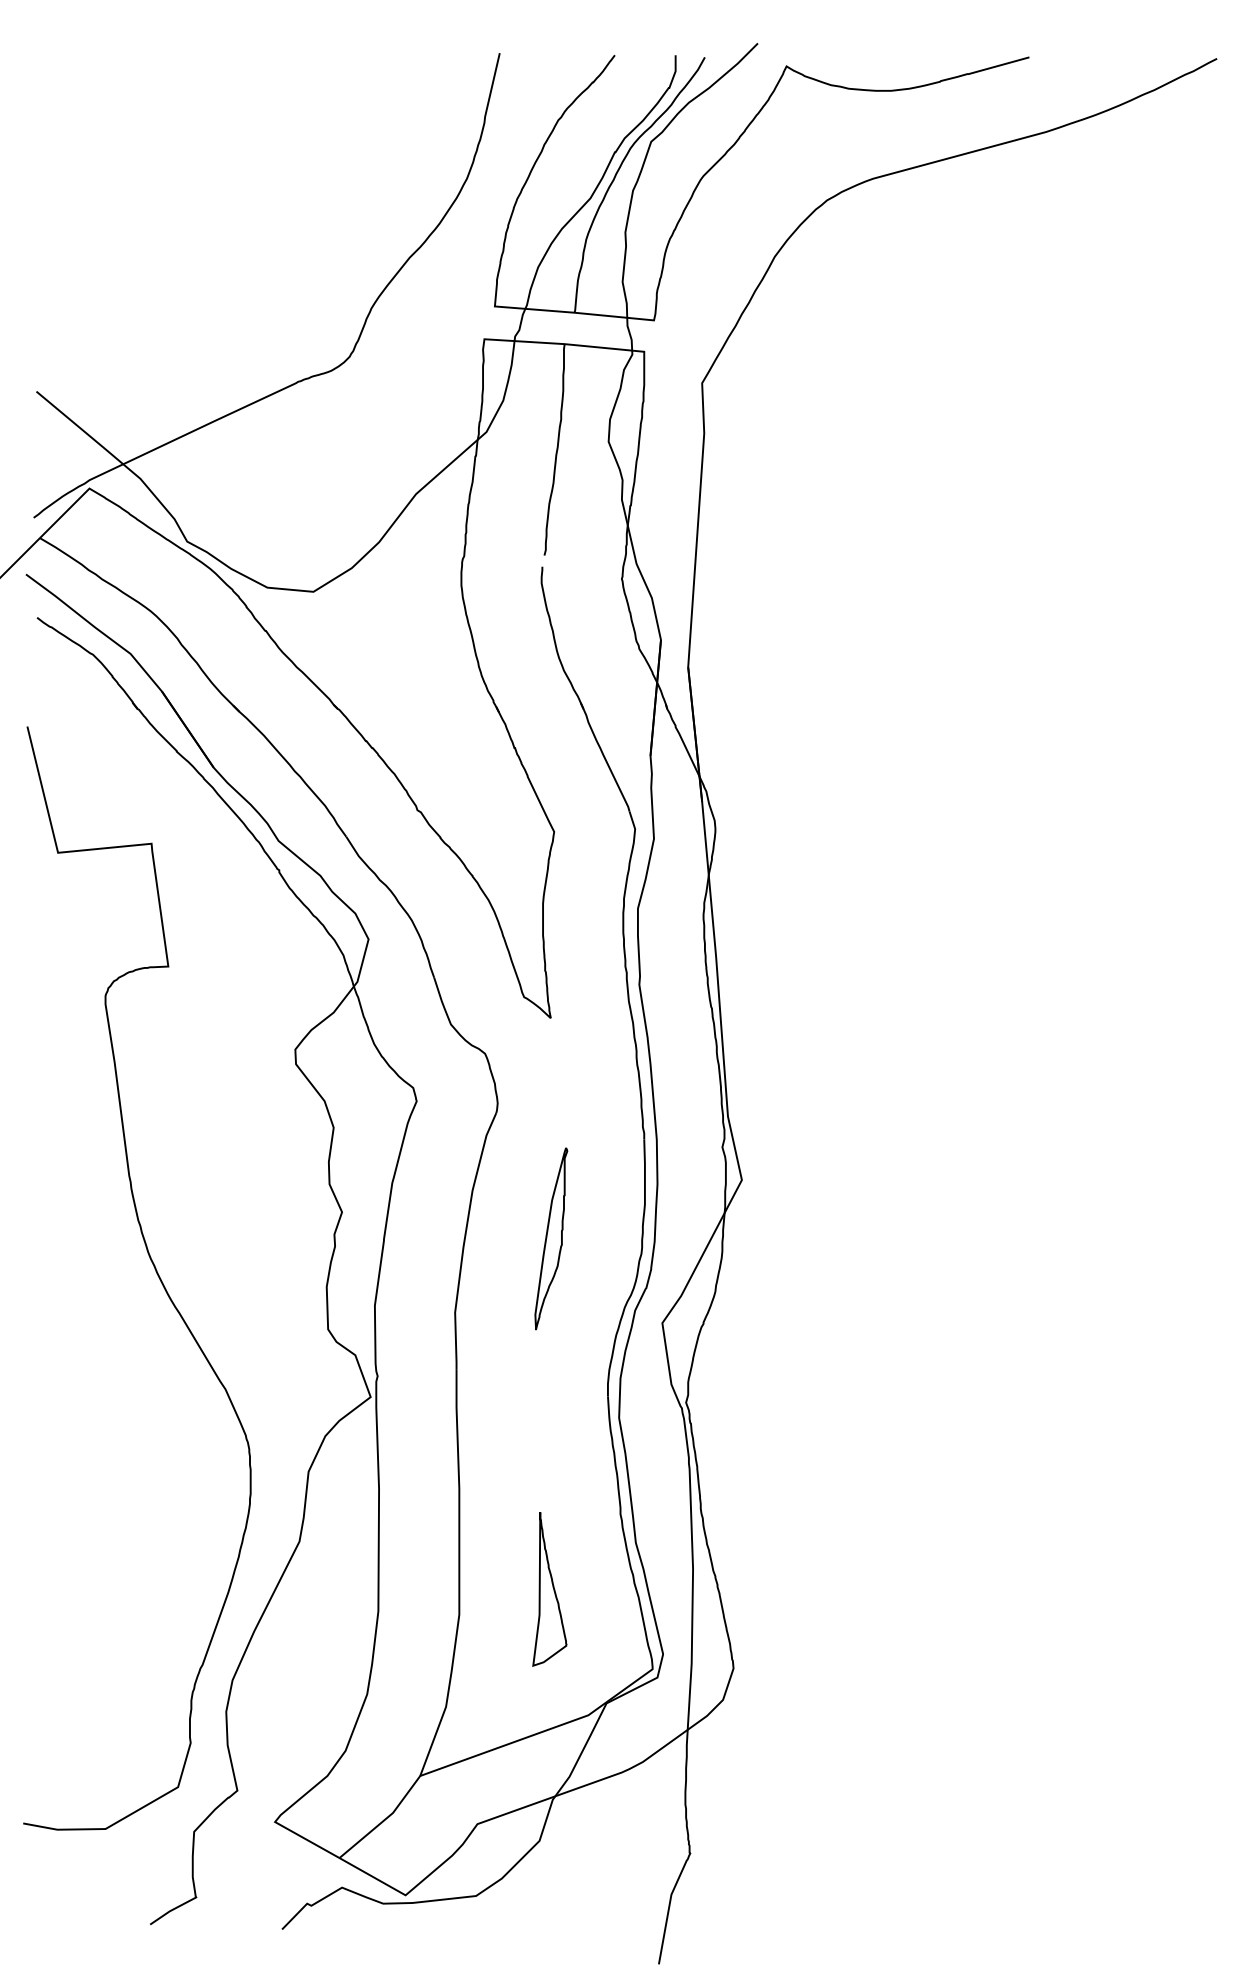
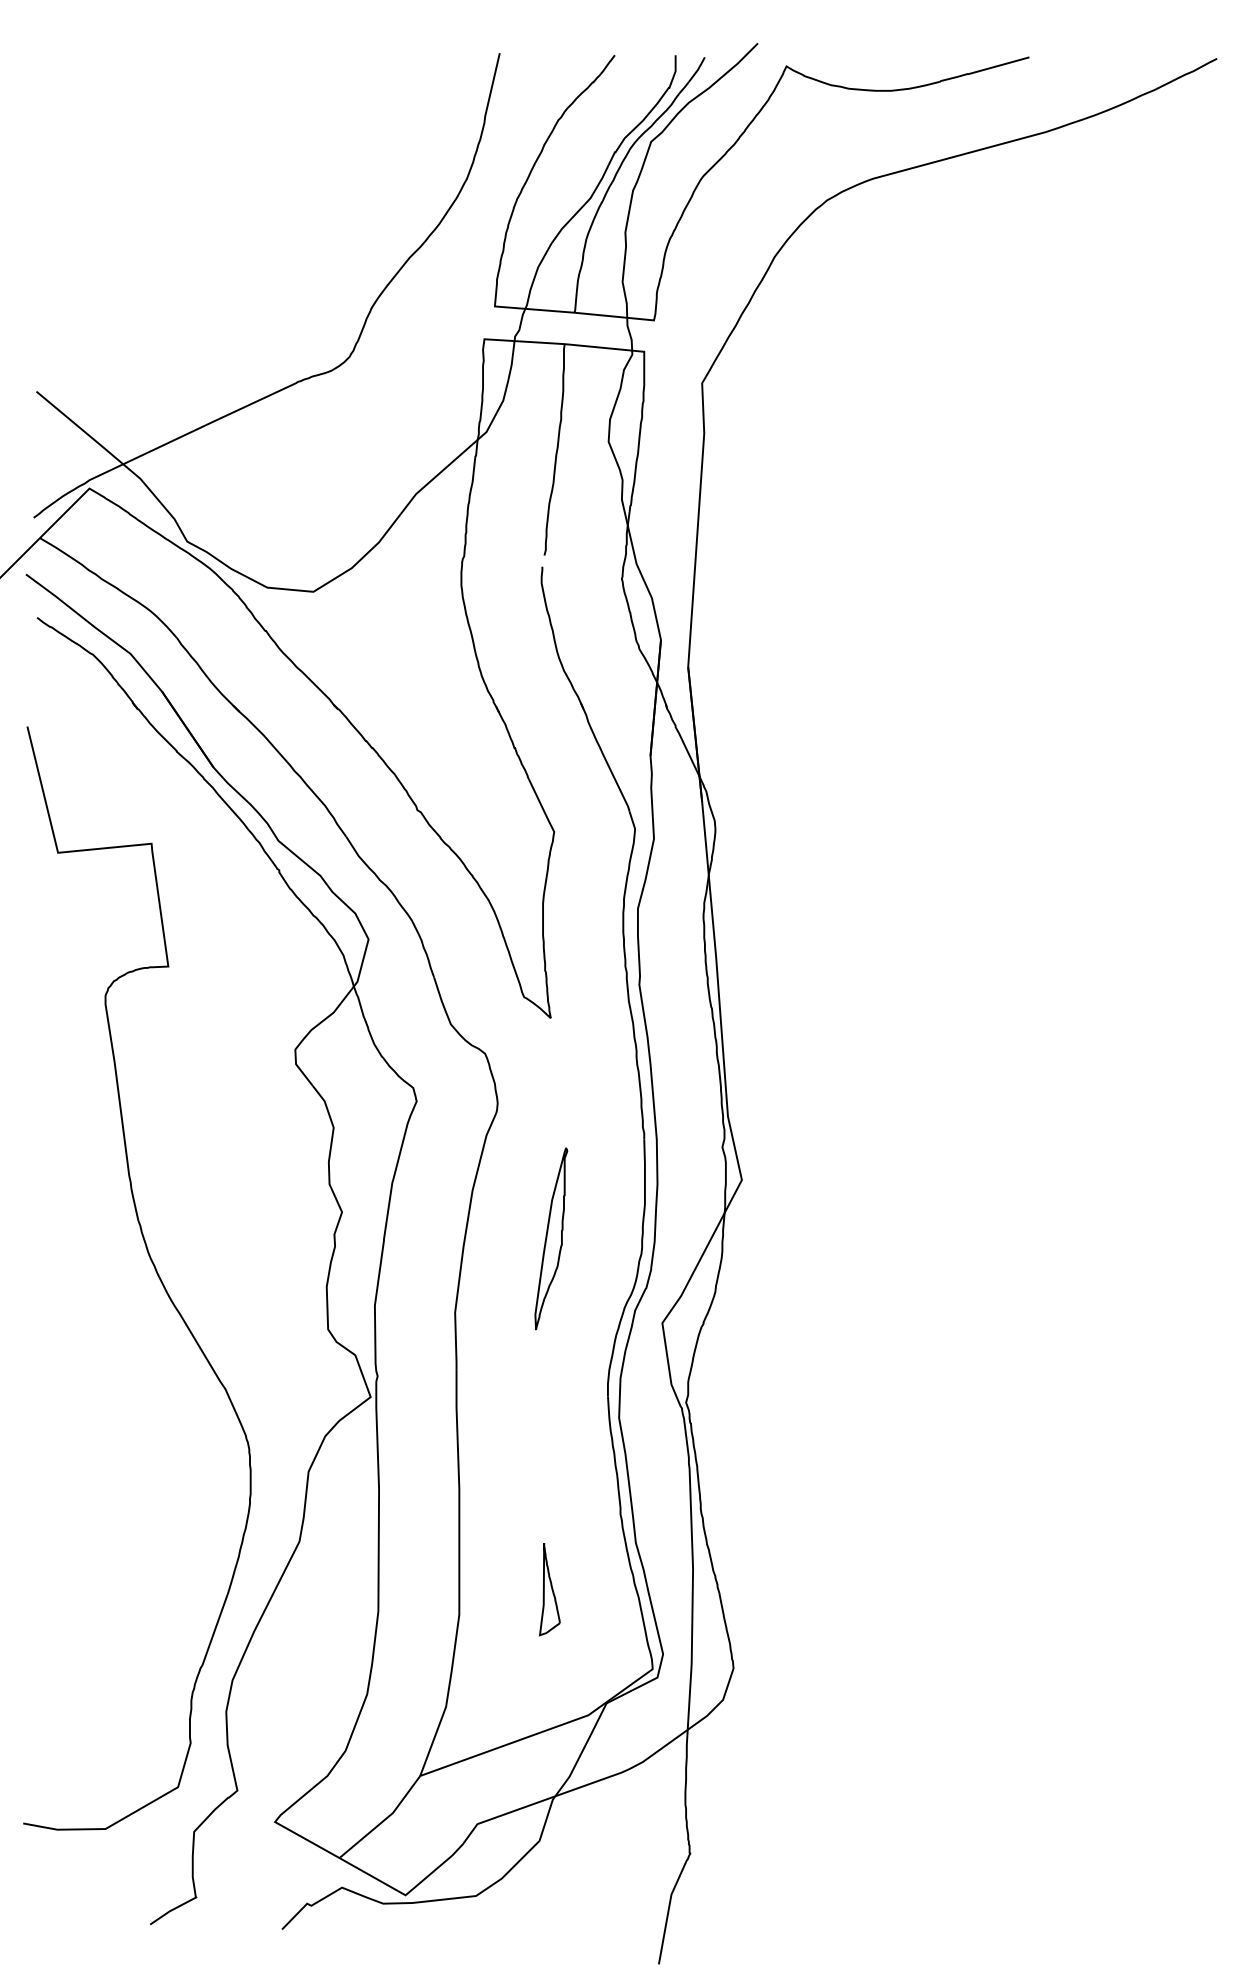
part at (549, 1589) size: 36x155 px -> 22x94 px
